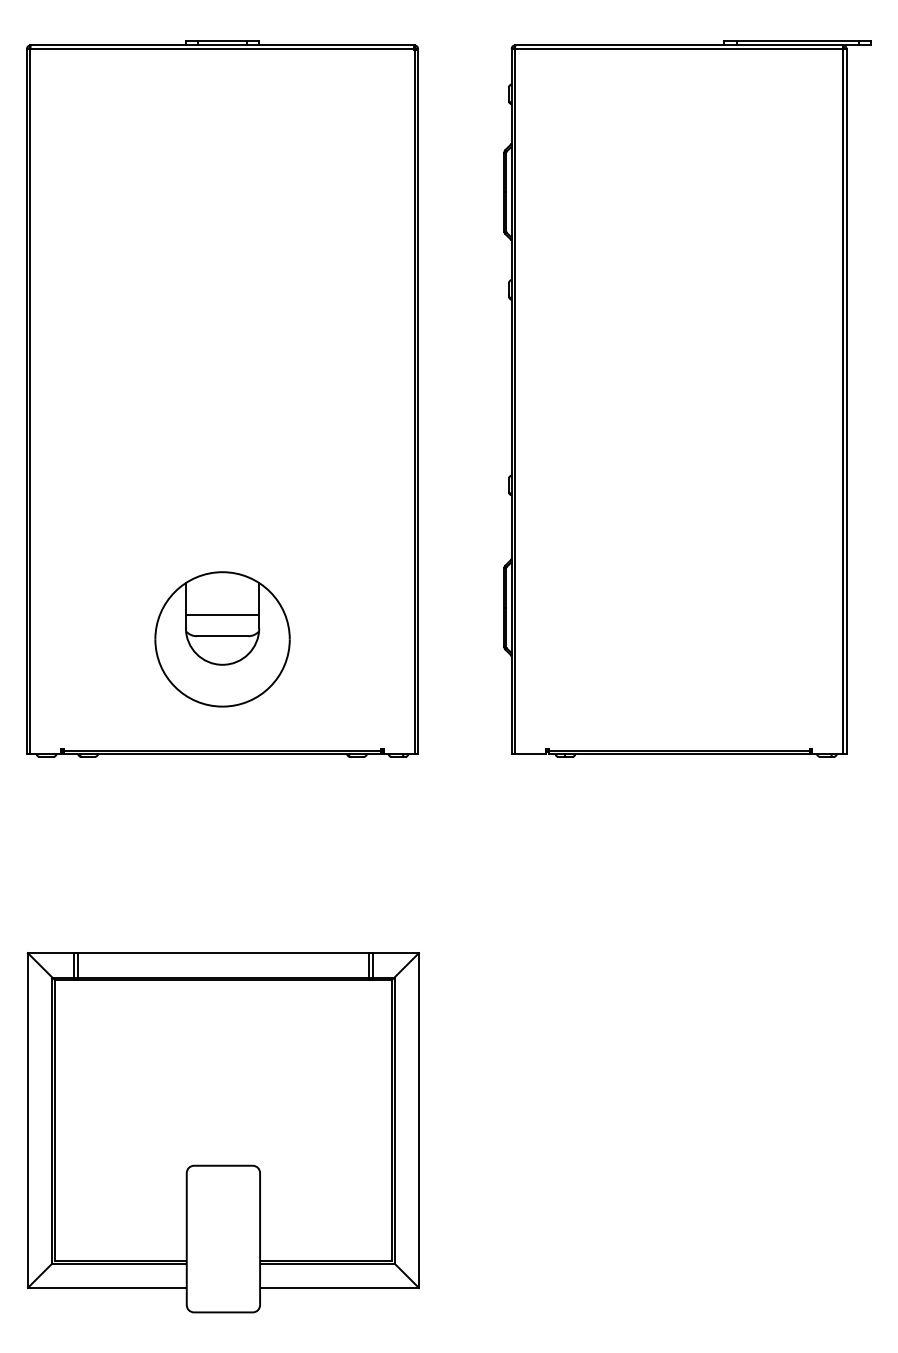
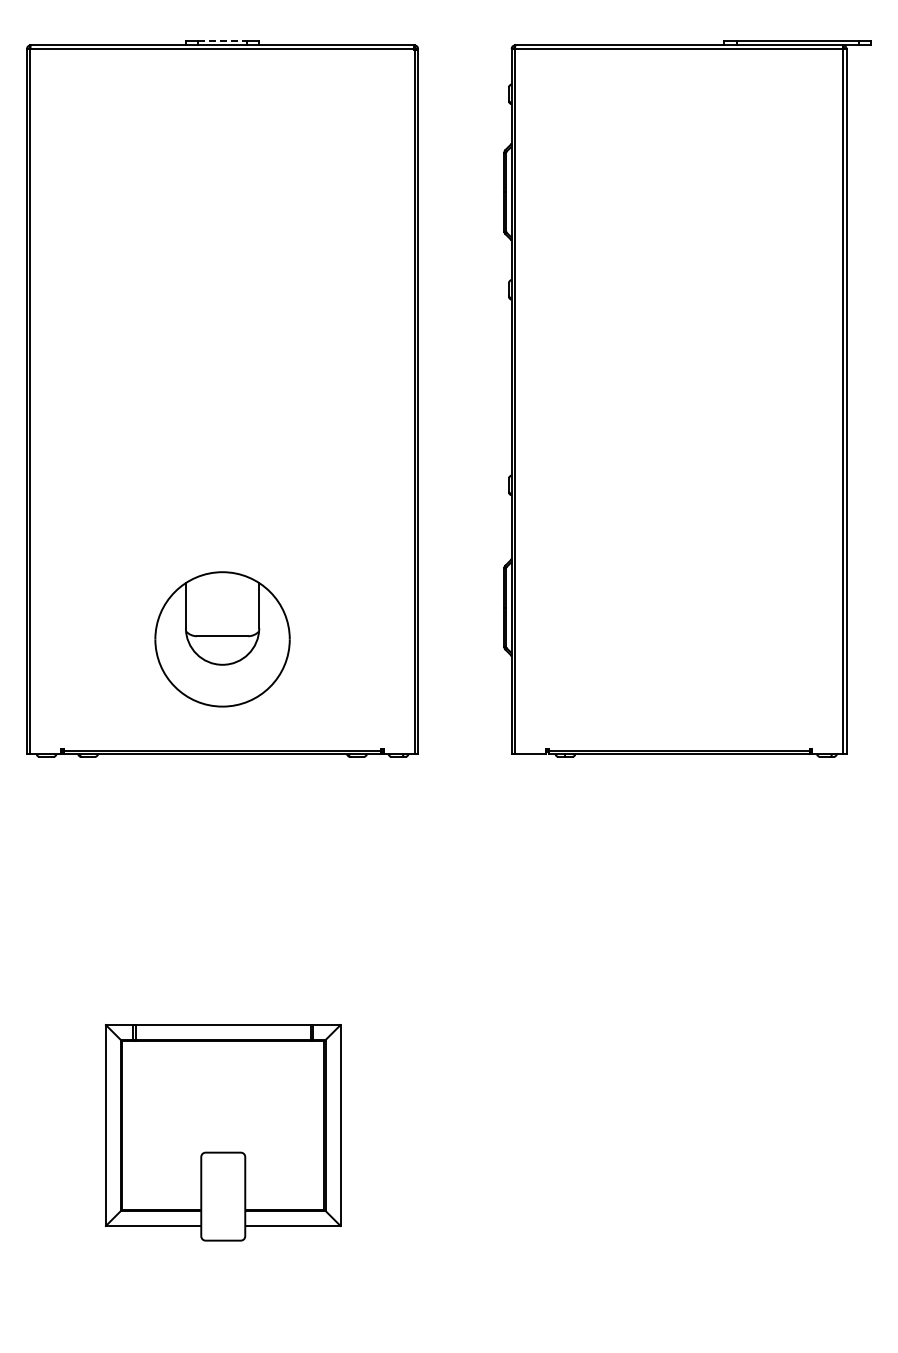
line at (223, 40): solid -> dashed
line at (222, 614): present -> none
part at (222, 1132) size: 394x362 px -> 237x218 px
